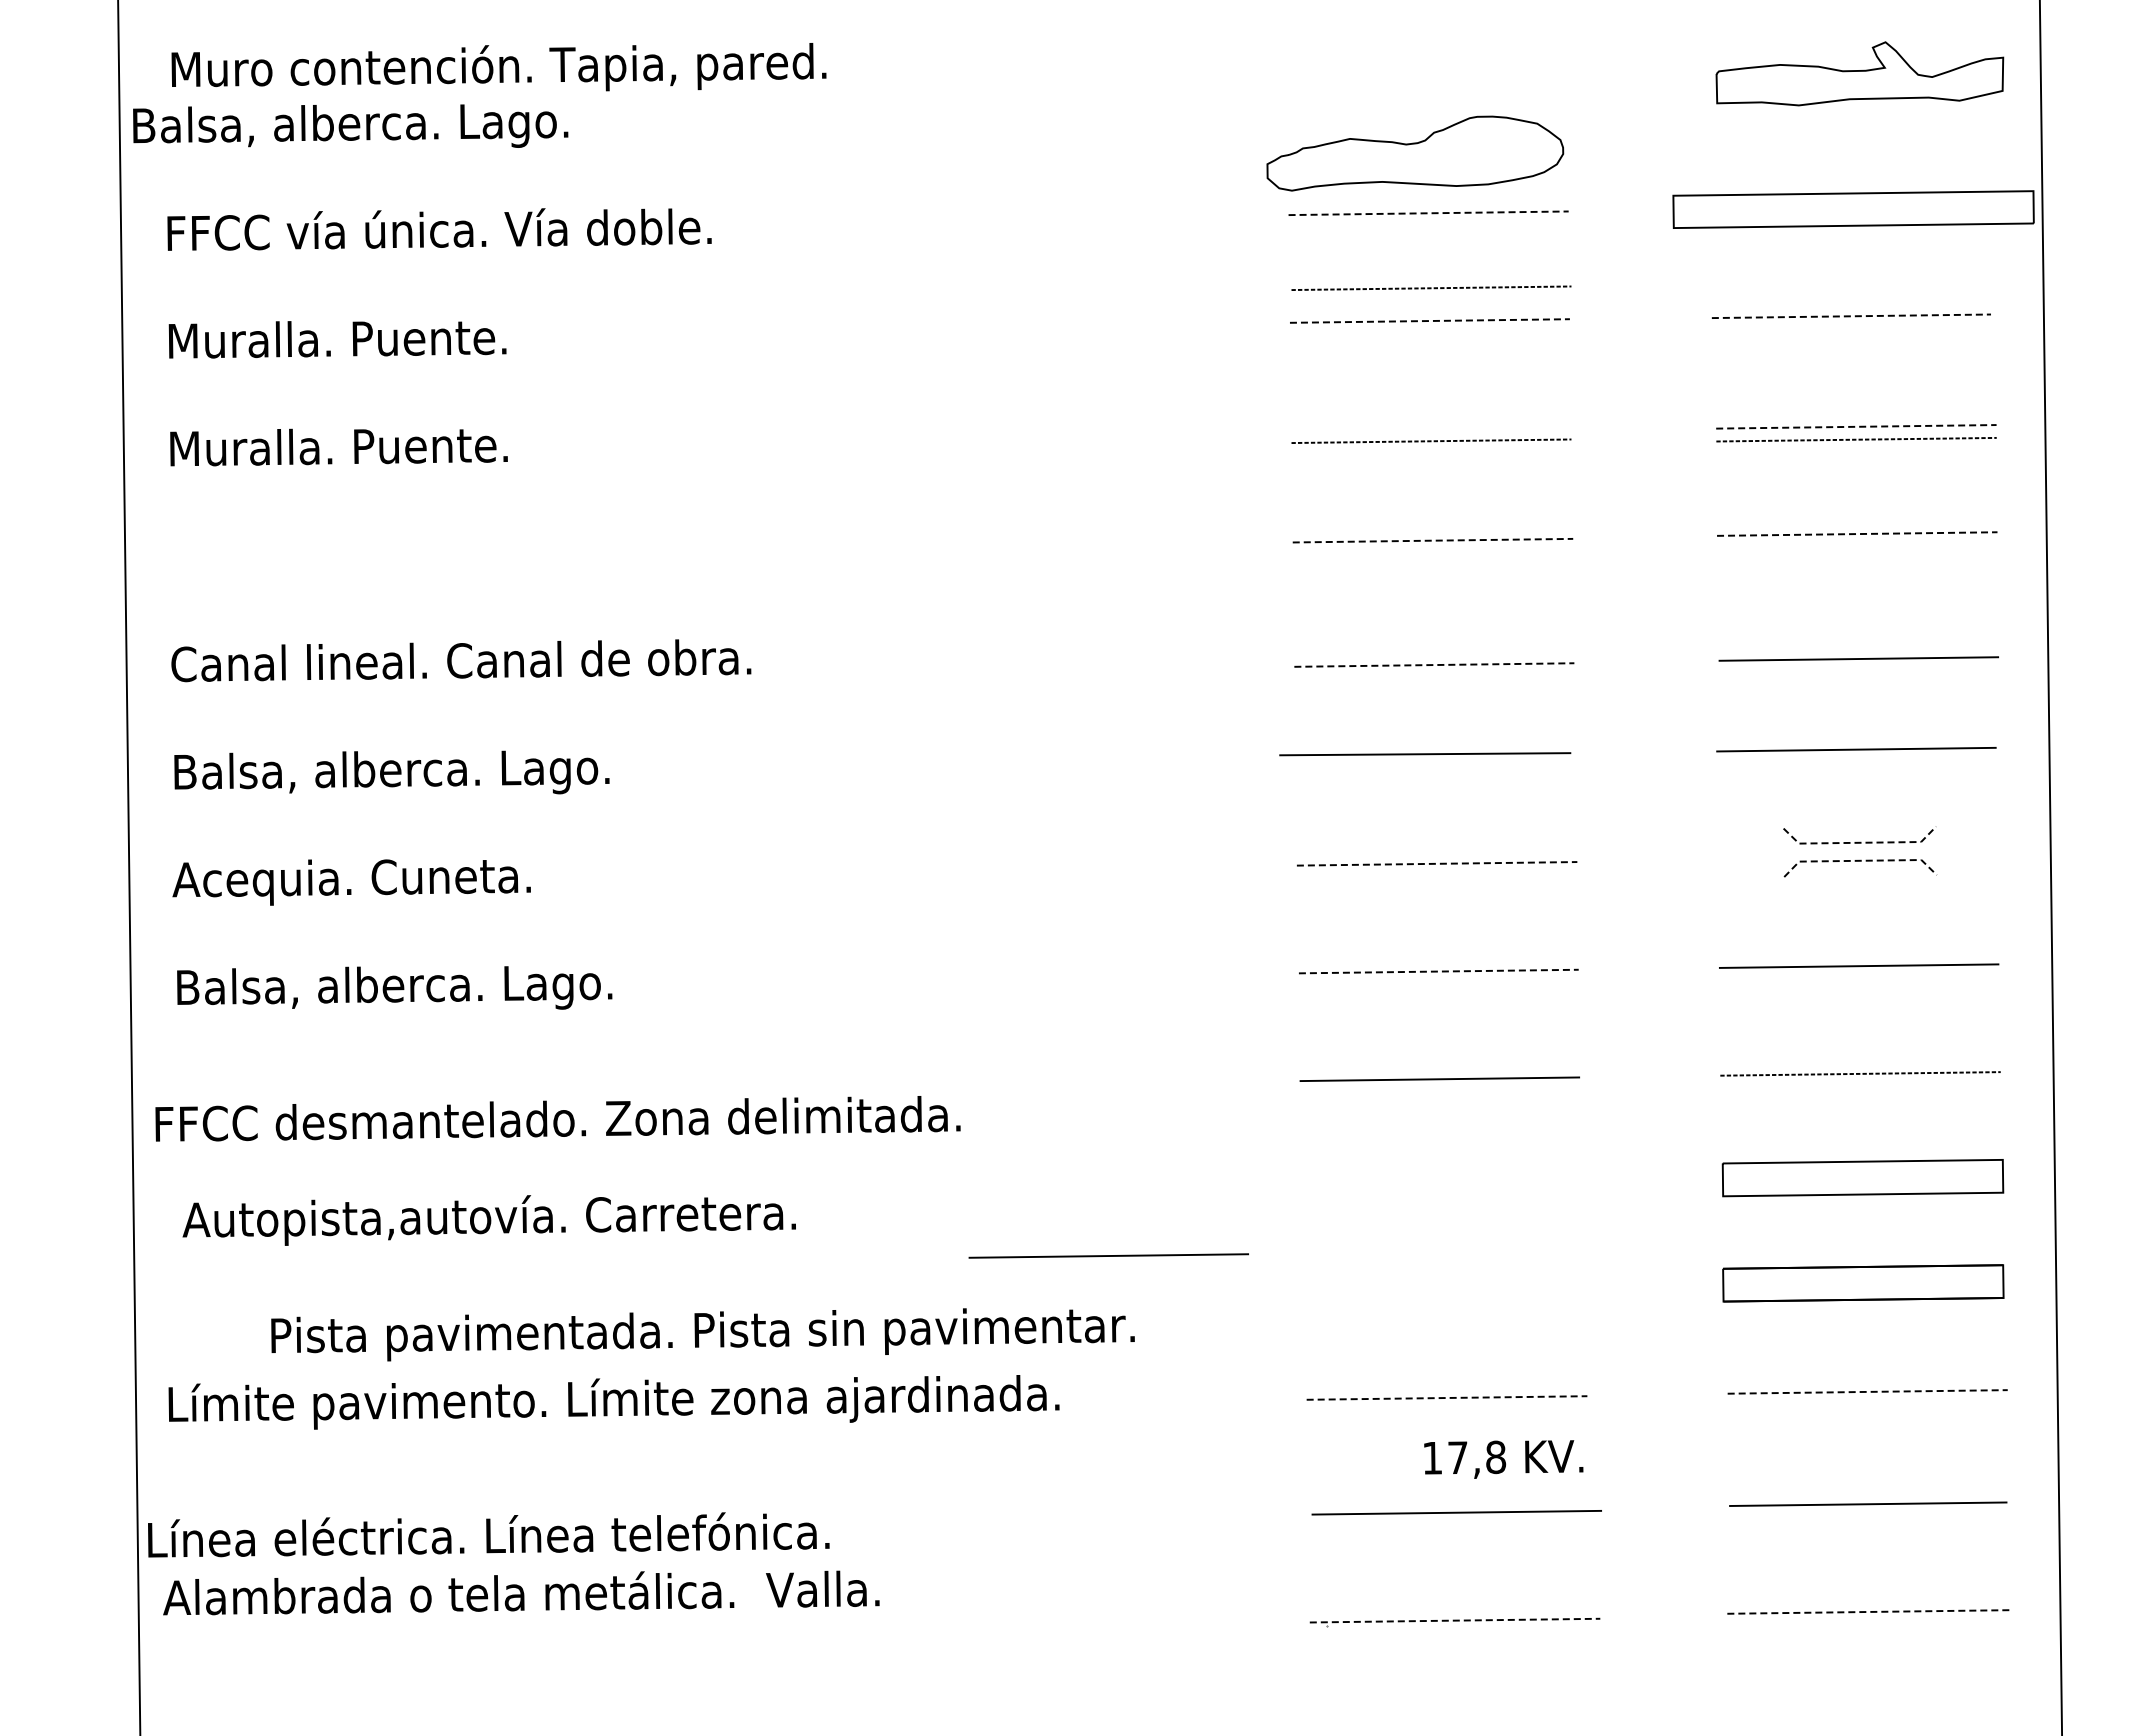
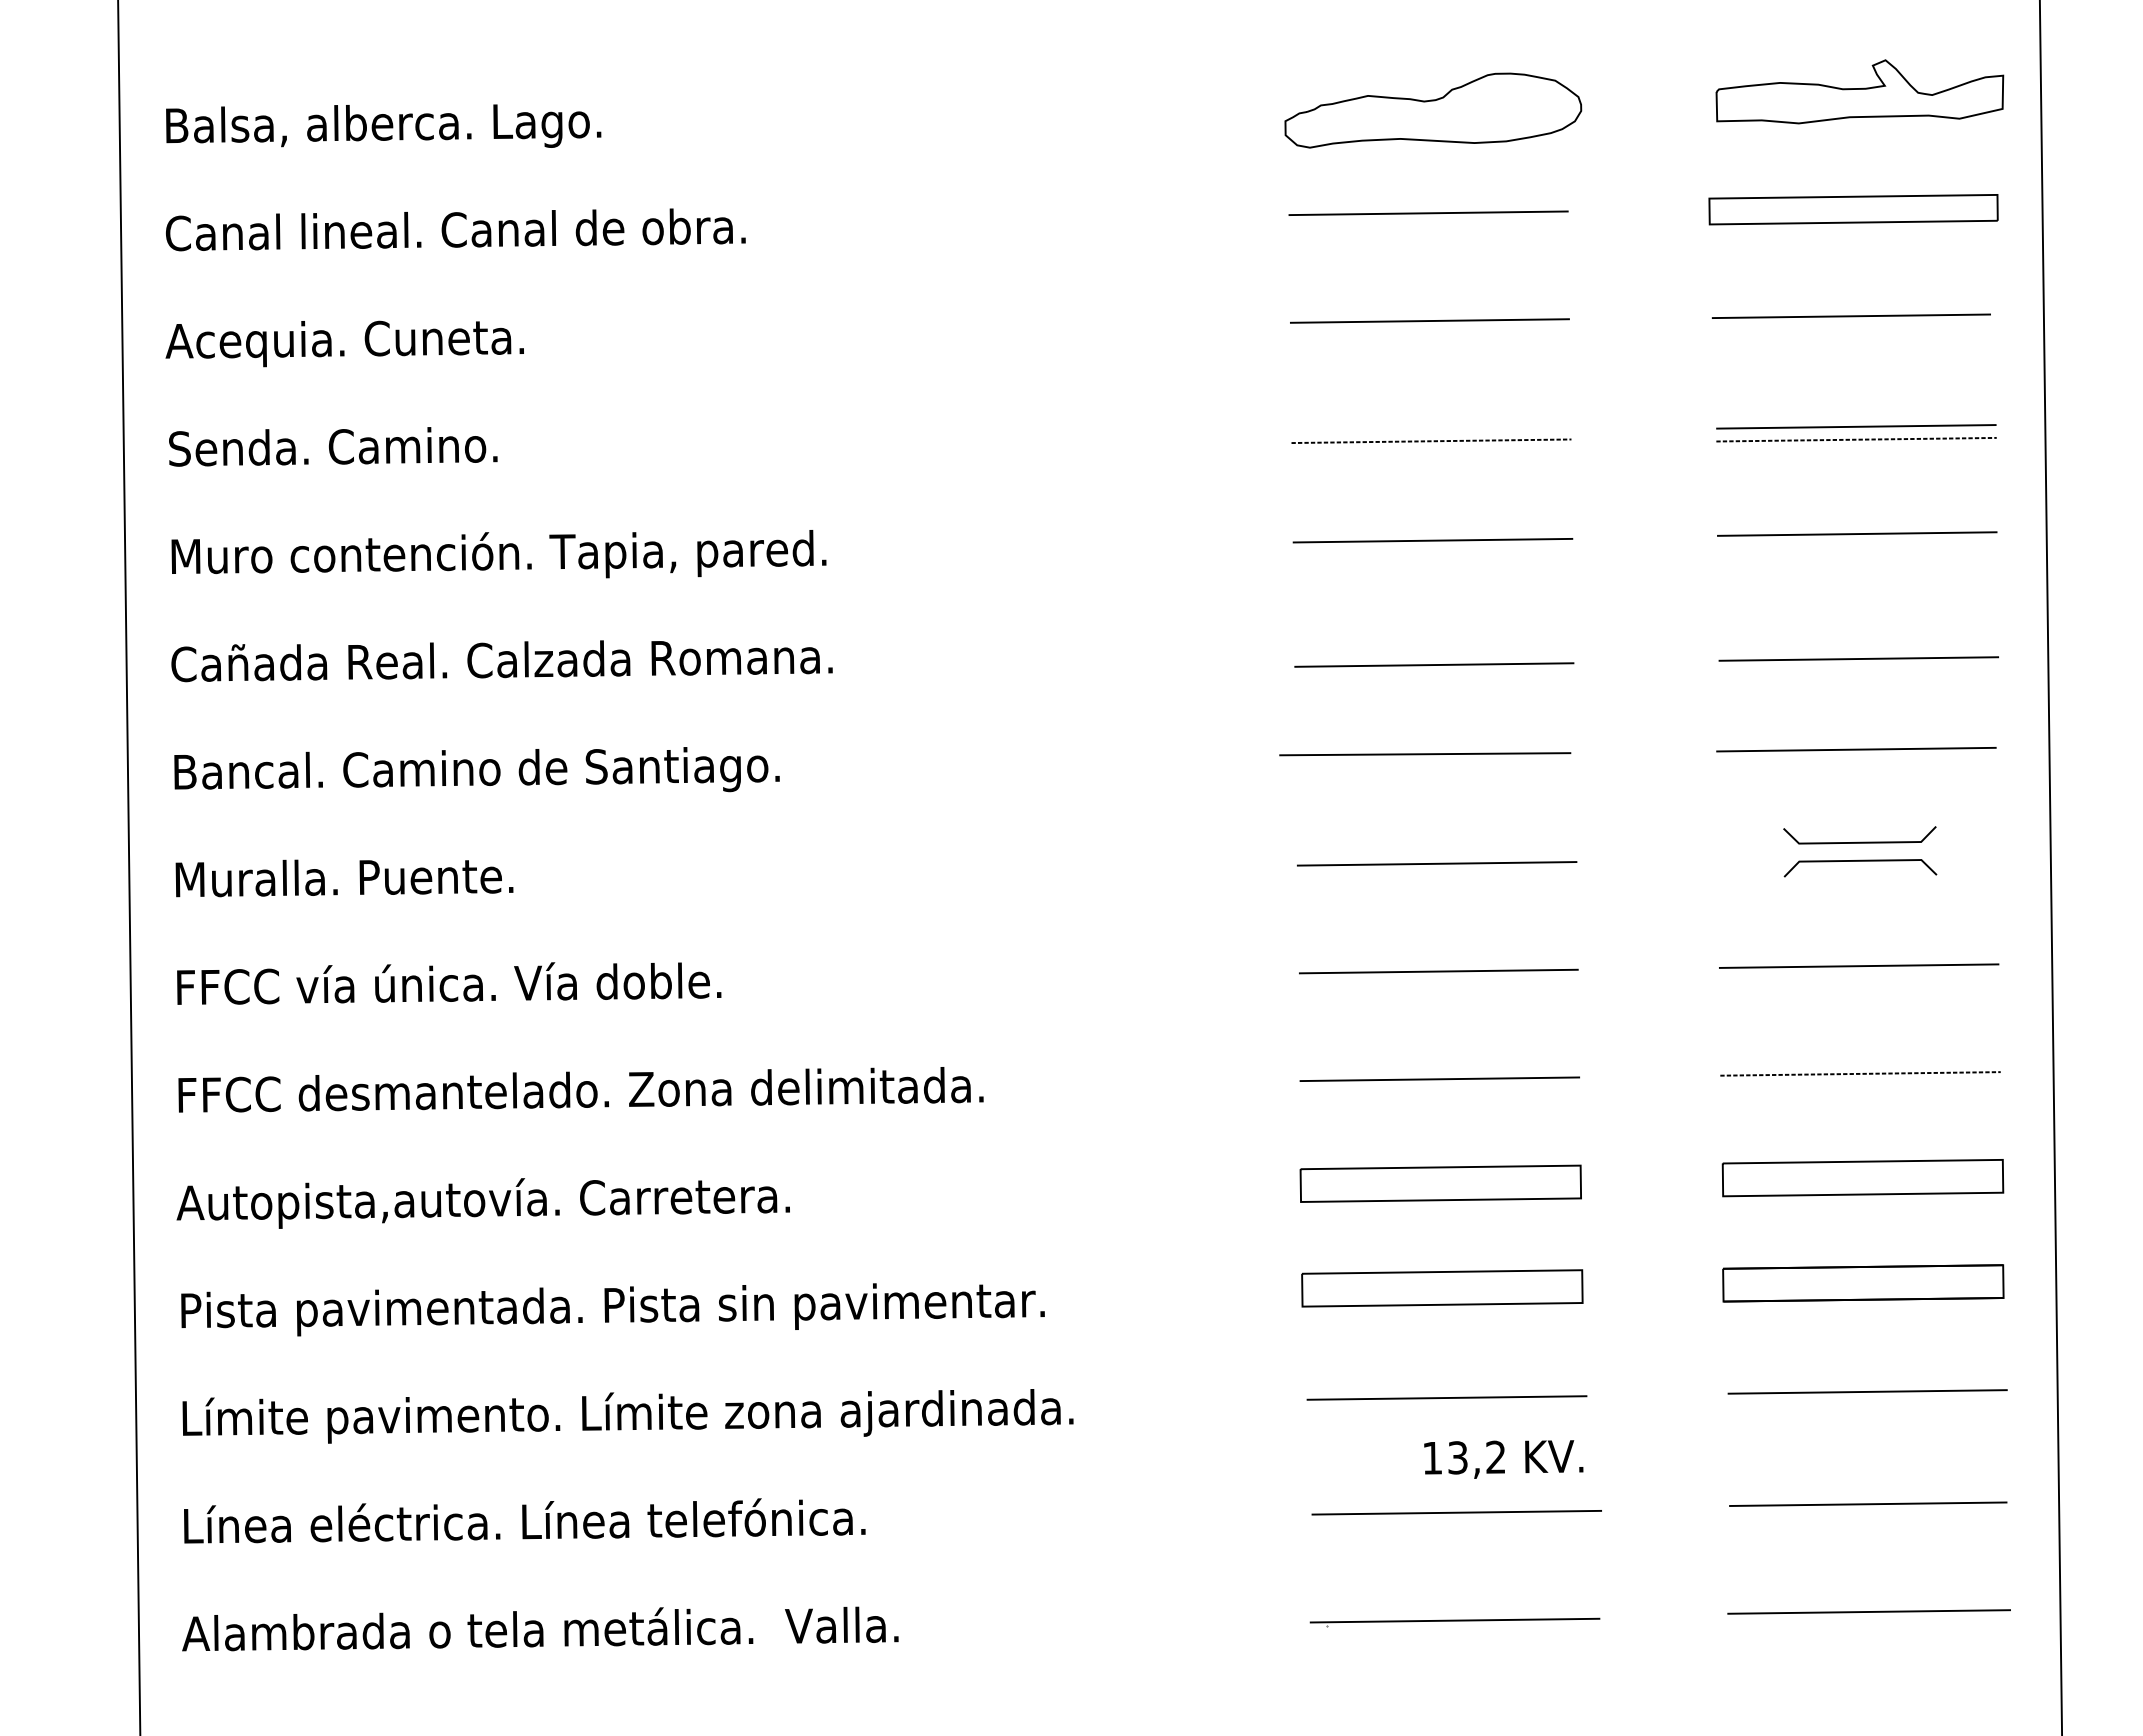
text at (498, 67) position: (498, 67) -> (498, 554)
part at (1859, 73) position: (1859, 73) -> (1859, 91)
text at (350, 125) position: (350, 125) -> (383, 125)
part at (1415, 153) position: (1415, 153) -> (1433, 110)
part at (1853, 209) size: 363x39 px -> 291x32 px
line at (1429, 213): dashed -> solid
text at (455, 229): FFCC vía única. Vía doble. -> Canal lineal. Canal de obra.
line at (1431, 287): present -> none
line at (1851, 316): dashed -> solid
line at (1429, 321): dashed -> solid
text at (344, 343): Muralla. Puente. -> Acequia. Cuneta.
line at (1856, 426): dashed -> solid
text at (338, 446): Muralla. Puente. -> Senda. Camino.
line at (1857, 534): dashed -> solid
line at (1433, 540): dashed -> solid
text at (531, 659): Canal lineal. Canal de obra. -> Cañada Real. Calzada Romana.
line at (1434, 665): dashed -> solid
text at (504, 770): Balsa, alberca. Lago. -> Bancal. Camino de Santiago.
line at (1860, 842): dashed -> solid
line at (1860, 860): dashed -> solid
line at (1437, 863): dashed -> solid
text at (351, 882): Acequia. Cuneta. -> Muralla. Puente.
line at (1438, 971): dashed -> solid
text at (451, 985): Balsa, alberca. Lago. -> FFCC vía única. Vía doble.
text at (557, 1118) position: (557, 1118) -> (580, 1089)
part at (1440, 1183): none -> present
text at (488, 1220) position: (488, 1220) -> (482, 1203)
line at (1108, 1255): present -> none
part at (1442, 1288): none -> present
text at (702, 1334) position: (702, 1334) -> (612, 1309)
line at (1868, 1391): dashed -> solid
line at (1447, 1397): dashed -> solid
text at (613, 1402) position: (613, 1402) -> (627, 1416)
text at (1477, 1457): 17,8 -> 13,2
text at (488, 1534) position: (488, 1534) -> (524, 1520)
text at (521, 1592) position: (521, 1592) -> (540, 1628)
line at (1869, 1611): dashed -> solid
line at (1455, 1620): dashed -> solid
